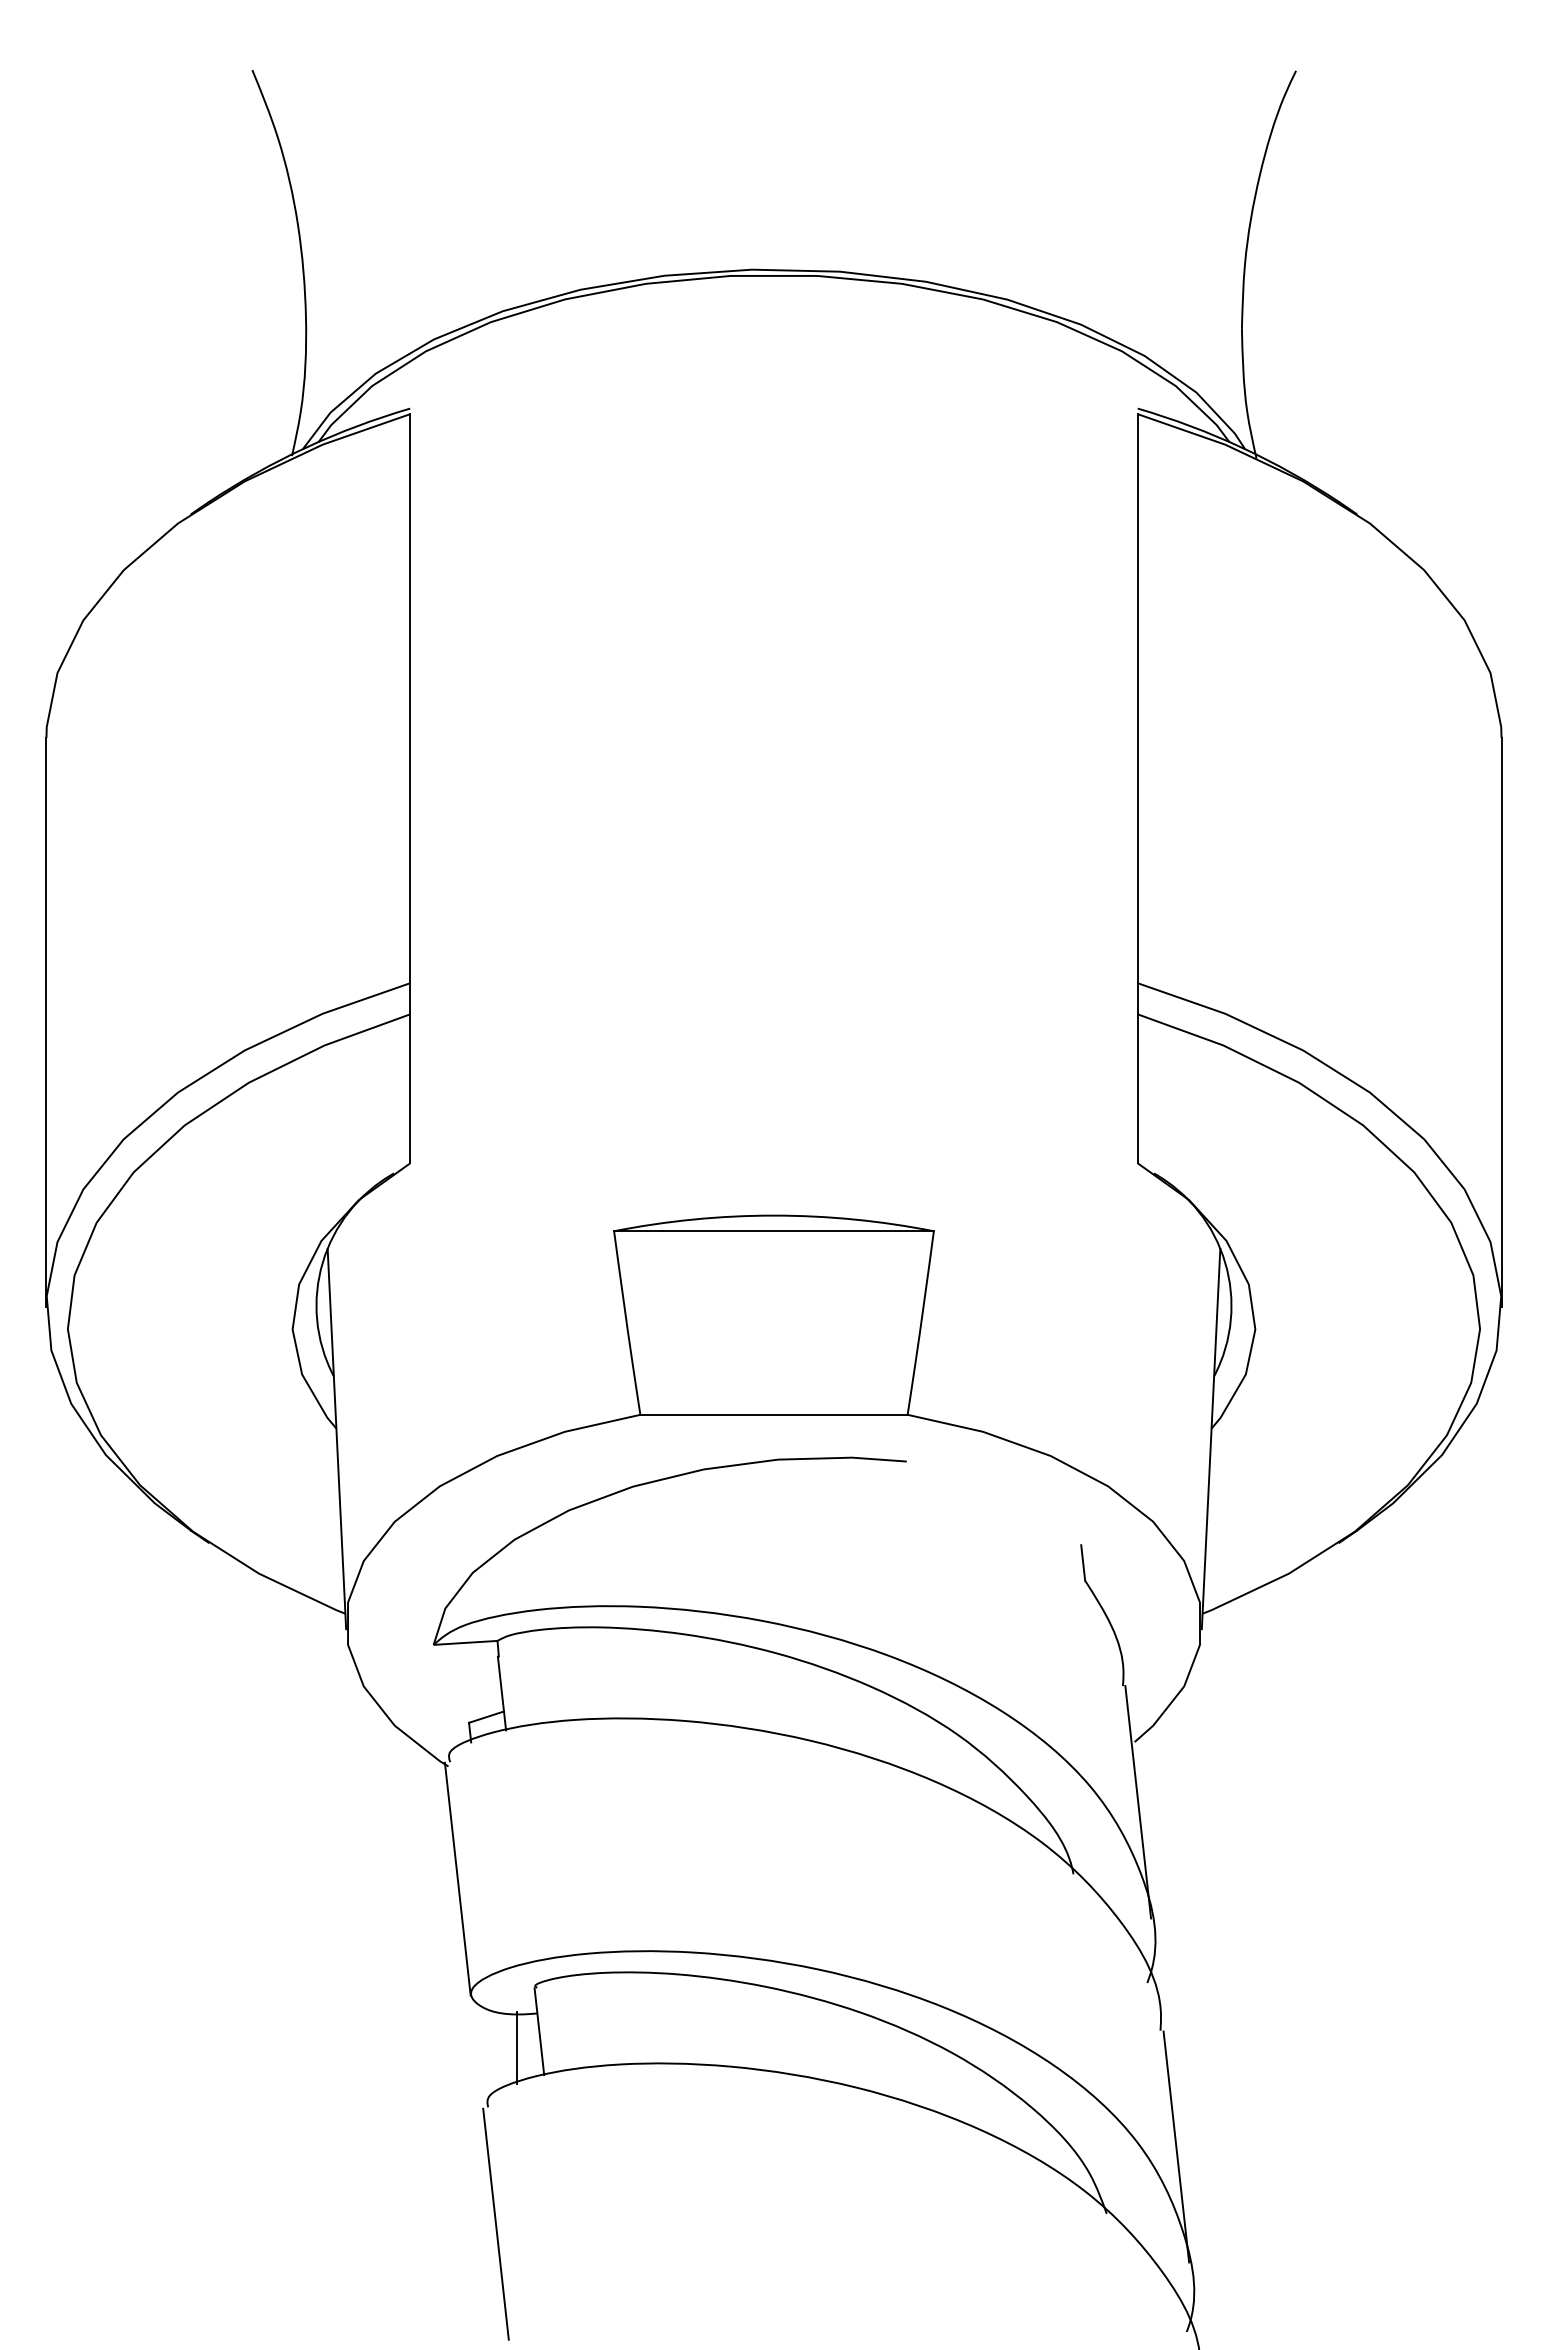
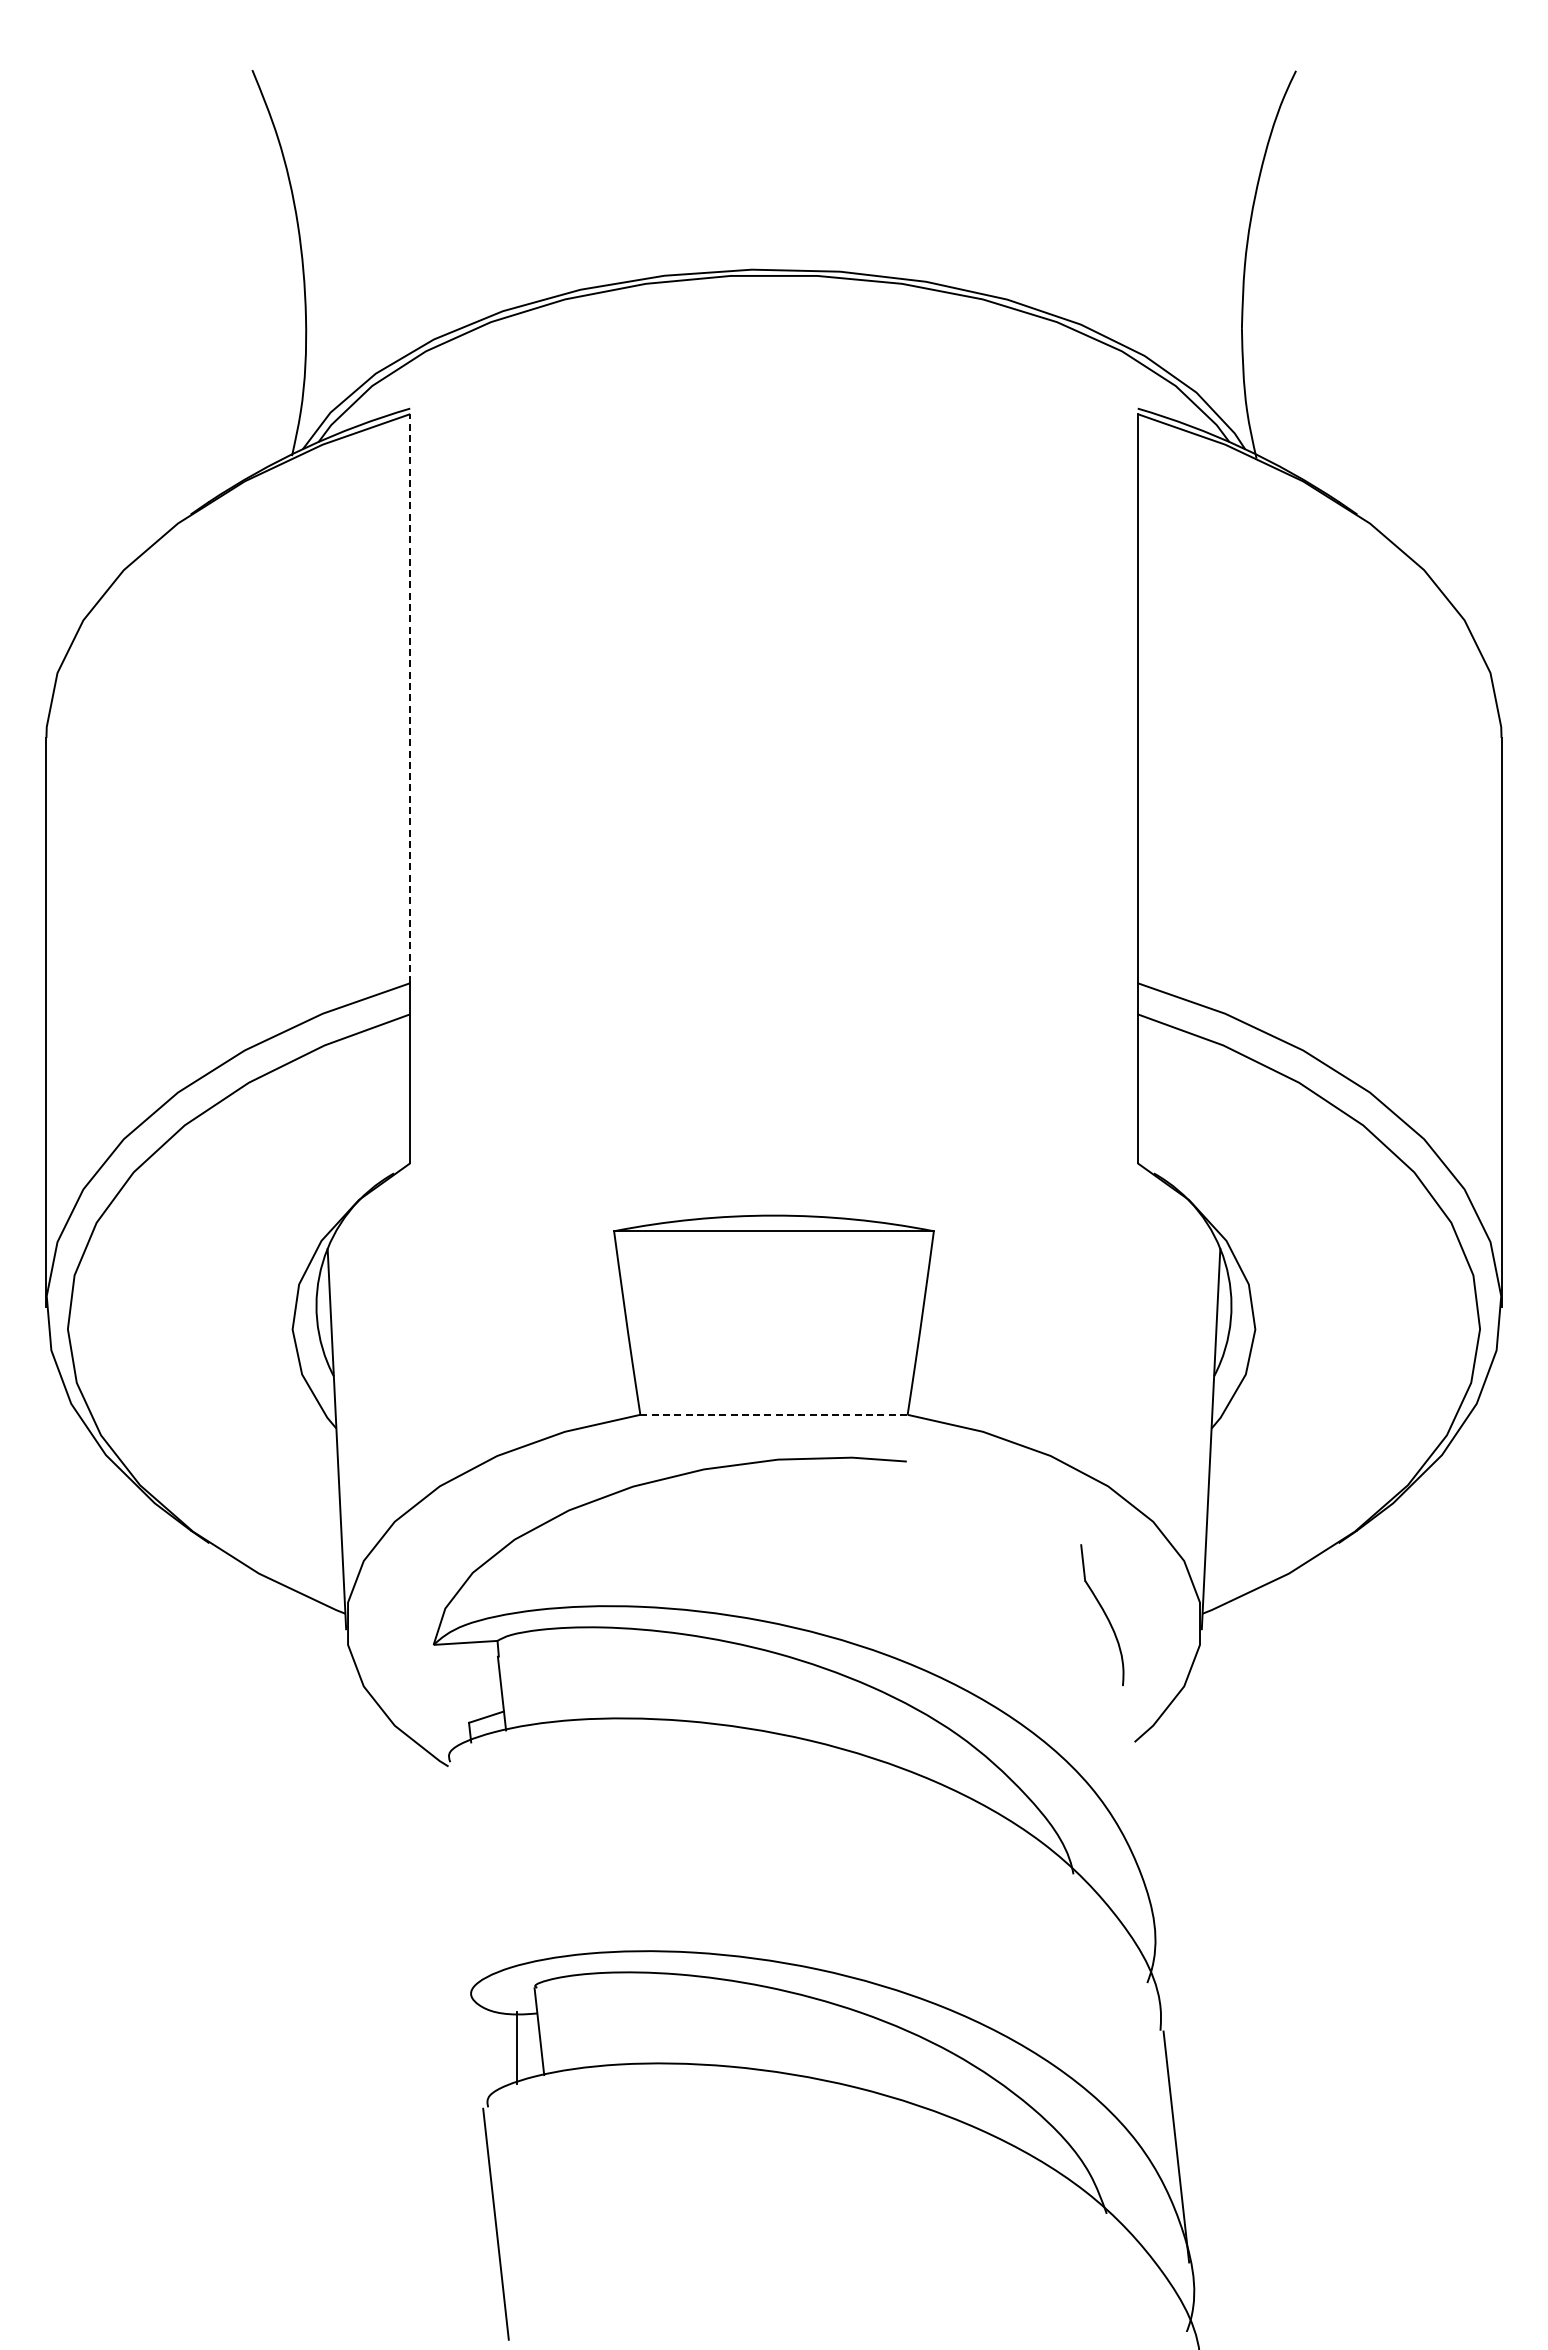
line at (410, 698): solid -> dashed
line at (774, 1414): solid -> dashed
line at (1138, 1801): present -> none
line at (457, 1878): present -> none
